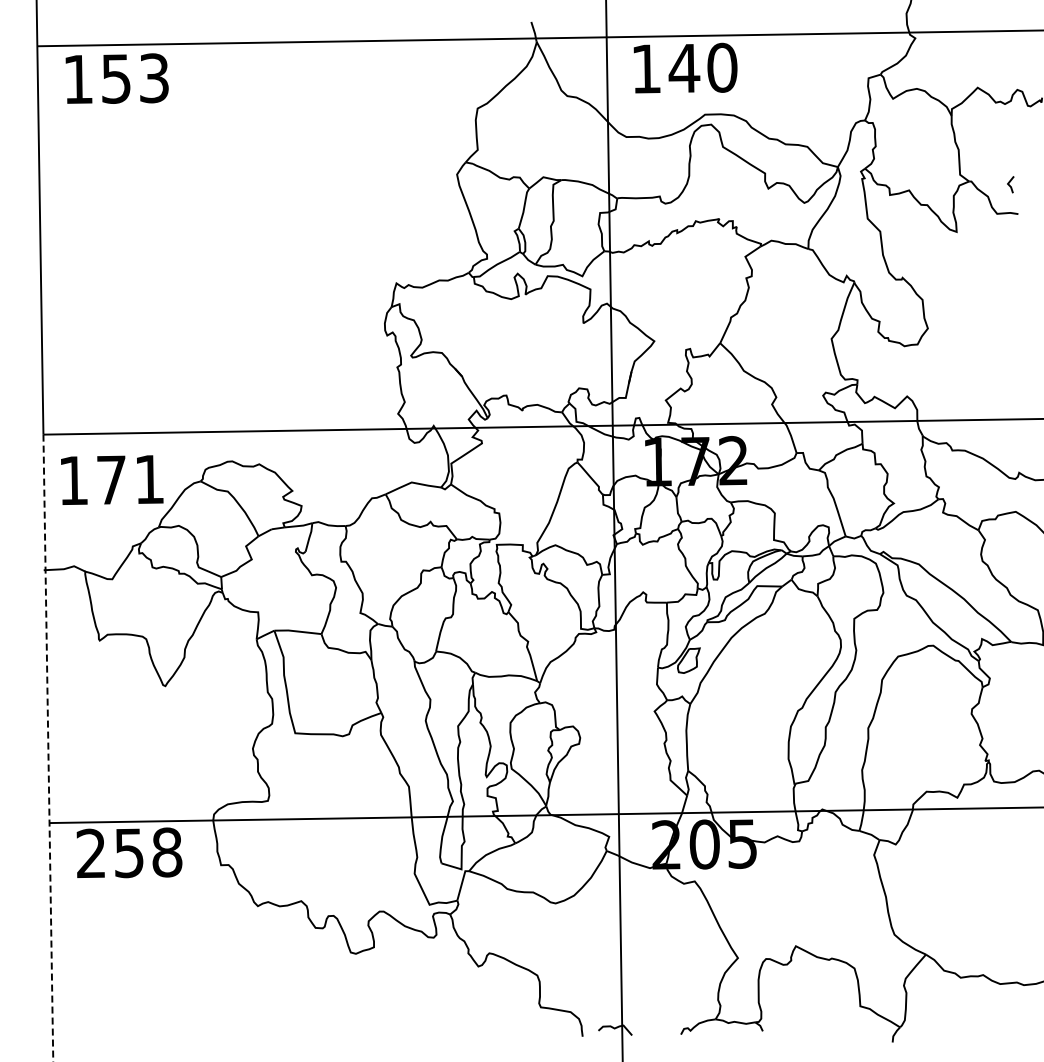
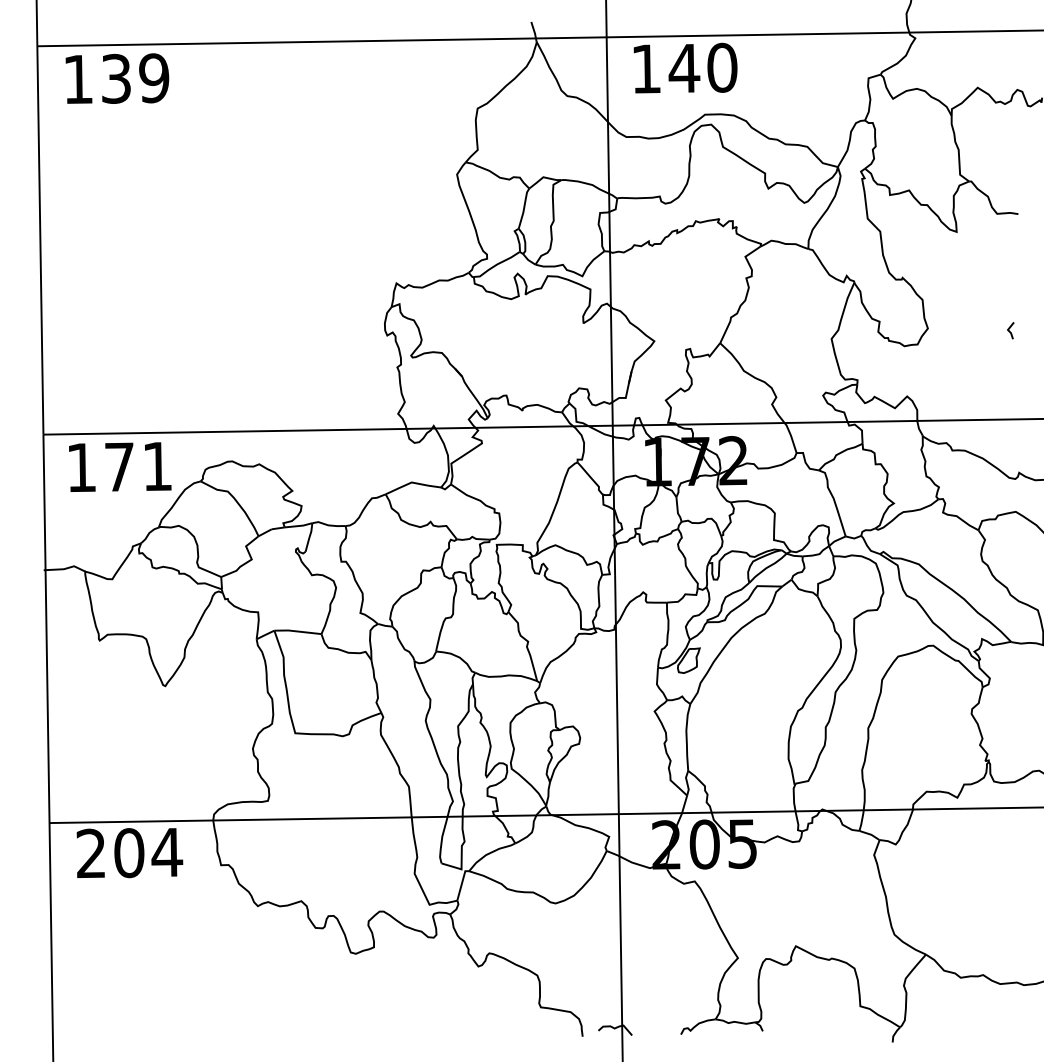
text at (135, 78): 153 -> 139
line at (1009, 184) position: (1009, 184) -> (1009, 330)
text at (112, 479) position: (112, 479) -> (120, 466)
line at (48, 748): dashed -> solid
text at (148, 852): 258 -> 204
